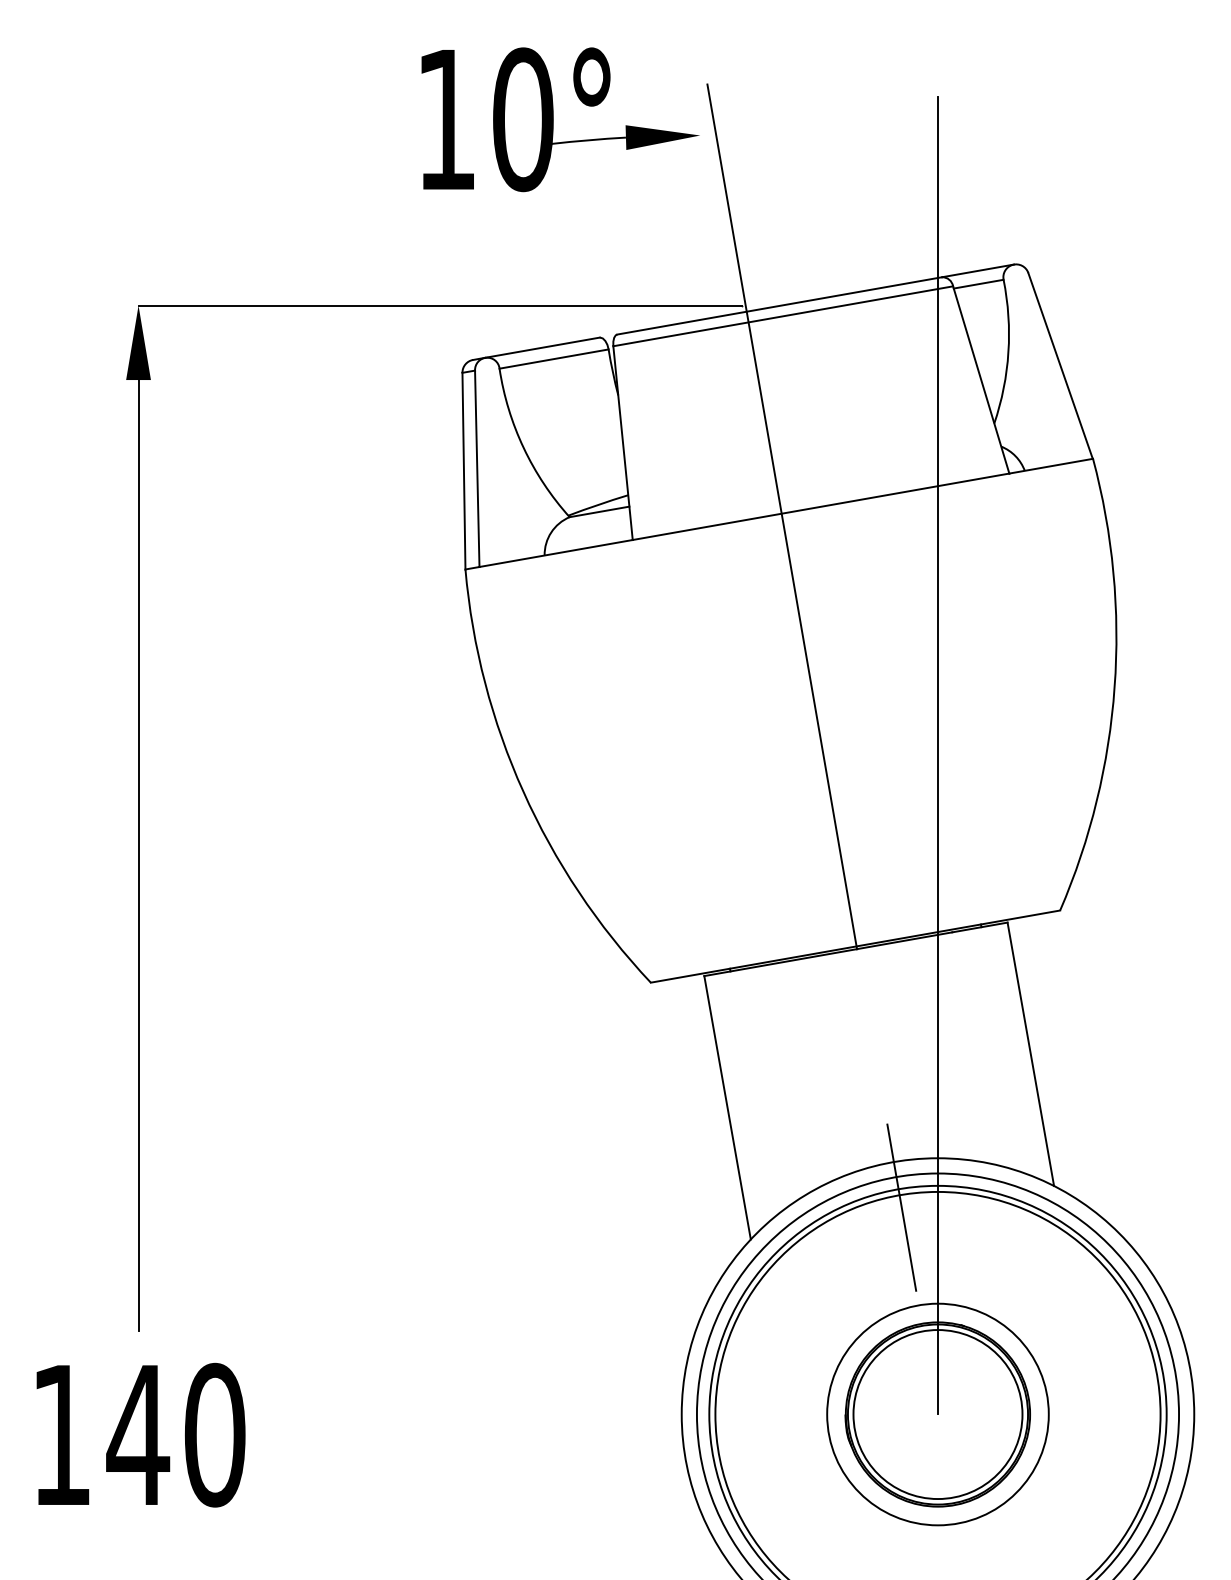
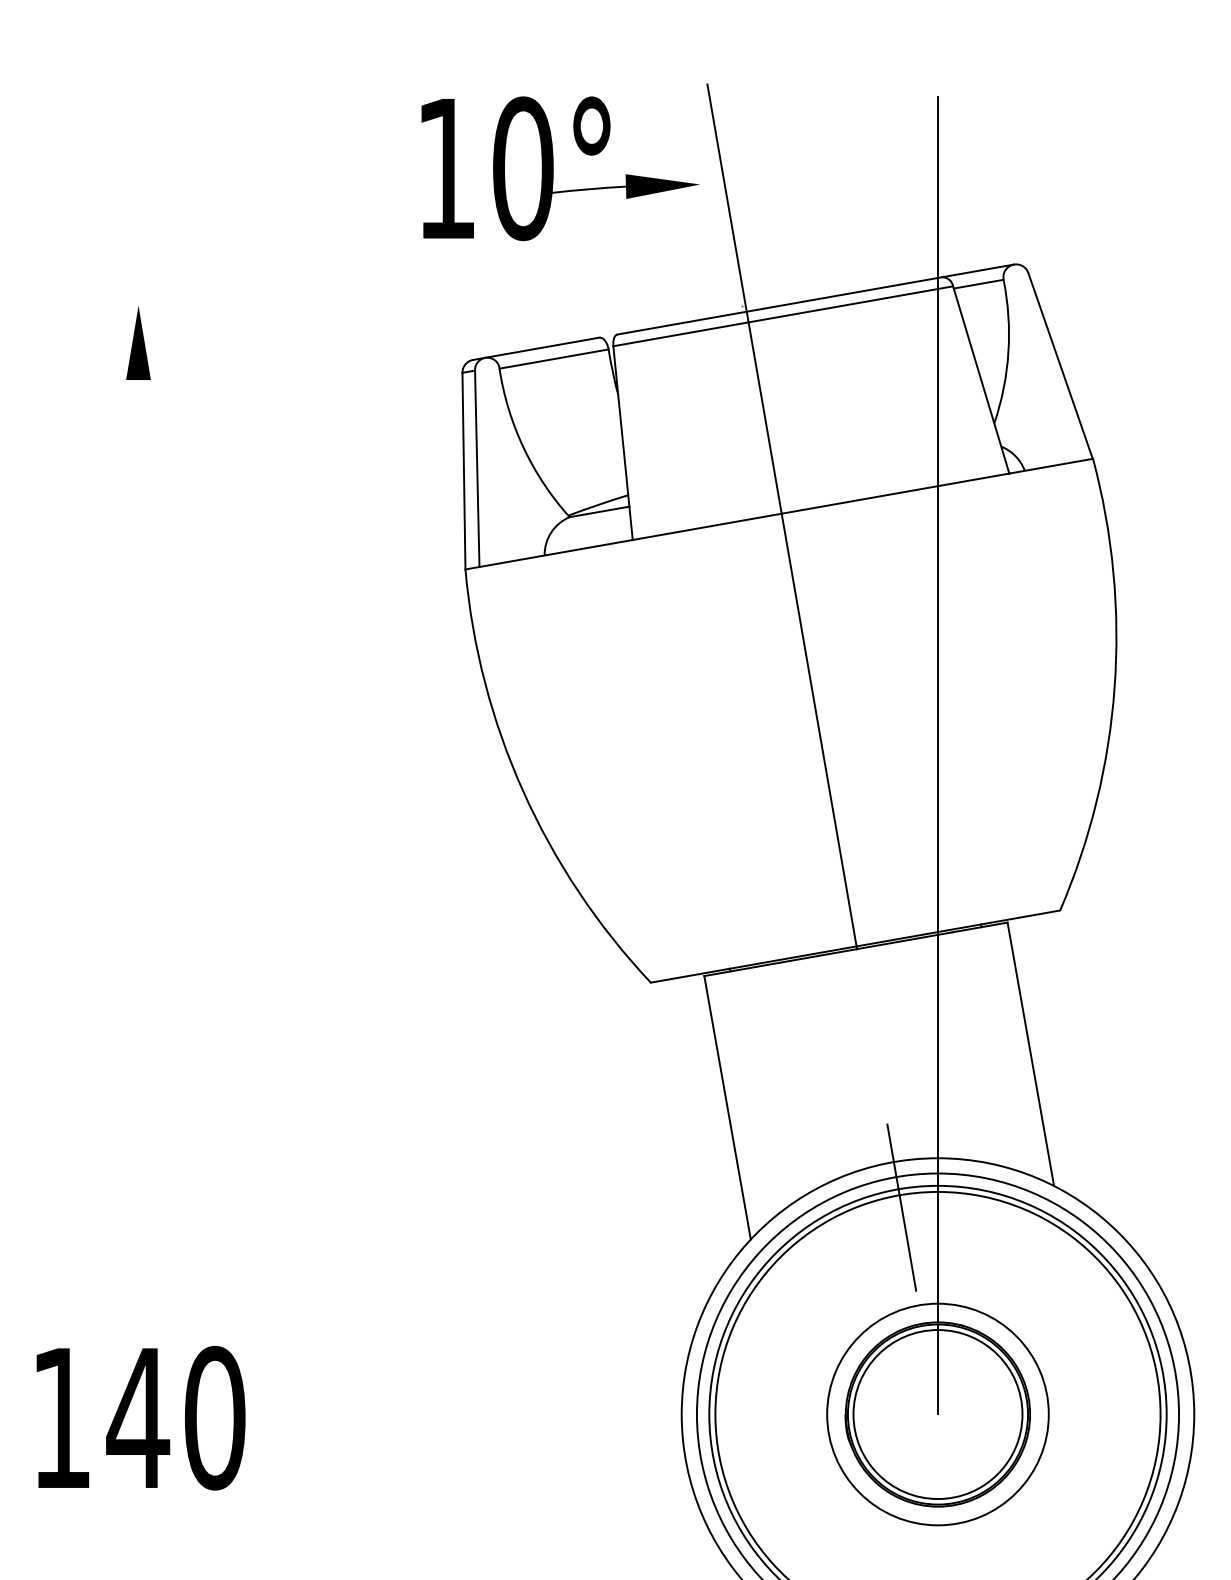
part at (553, 119) position: (553, 119) -> (553, 168)
line at (440, 305): present -> none
line at (138, 855): present -> none
text at (140, 1434) position: (140, 1434) -> (140, 1417)
